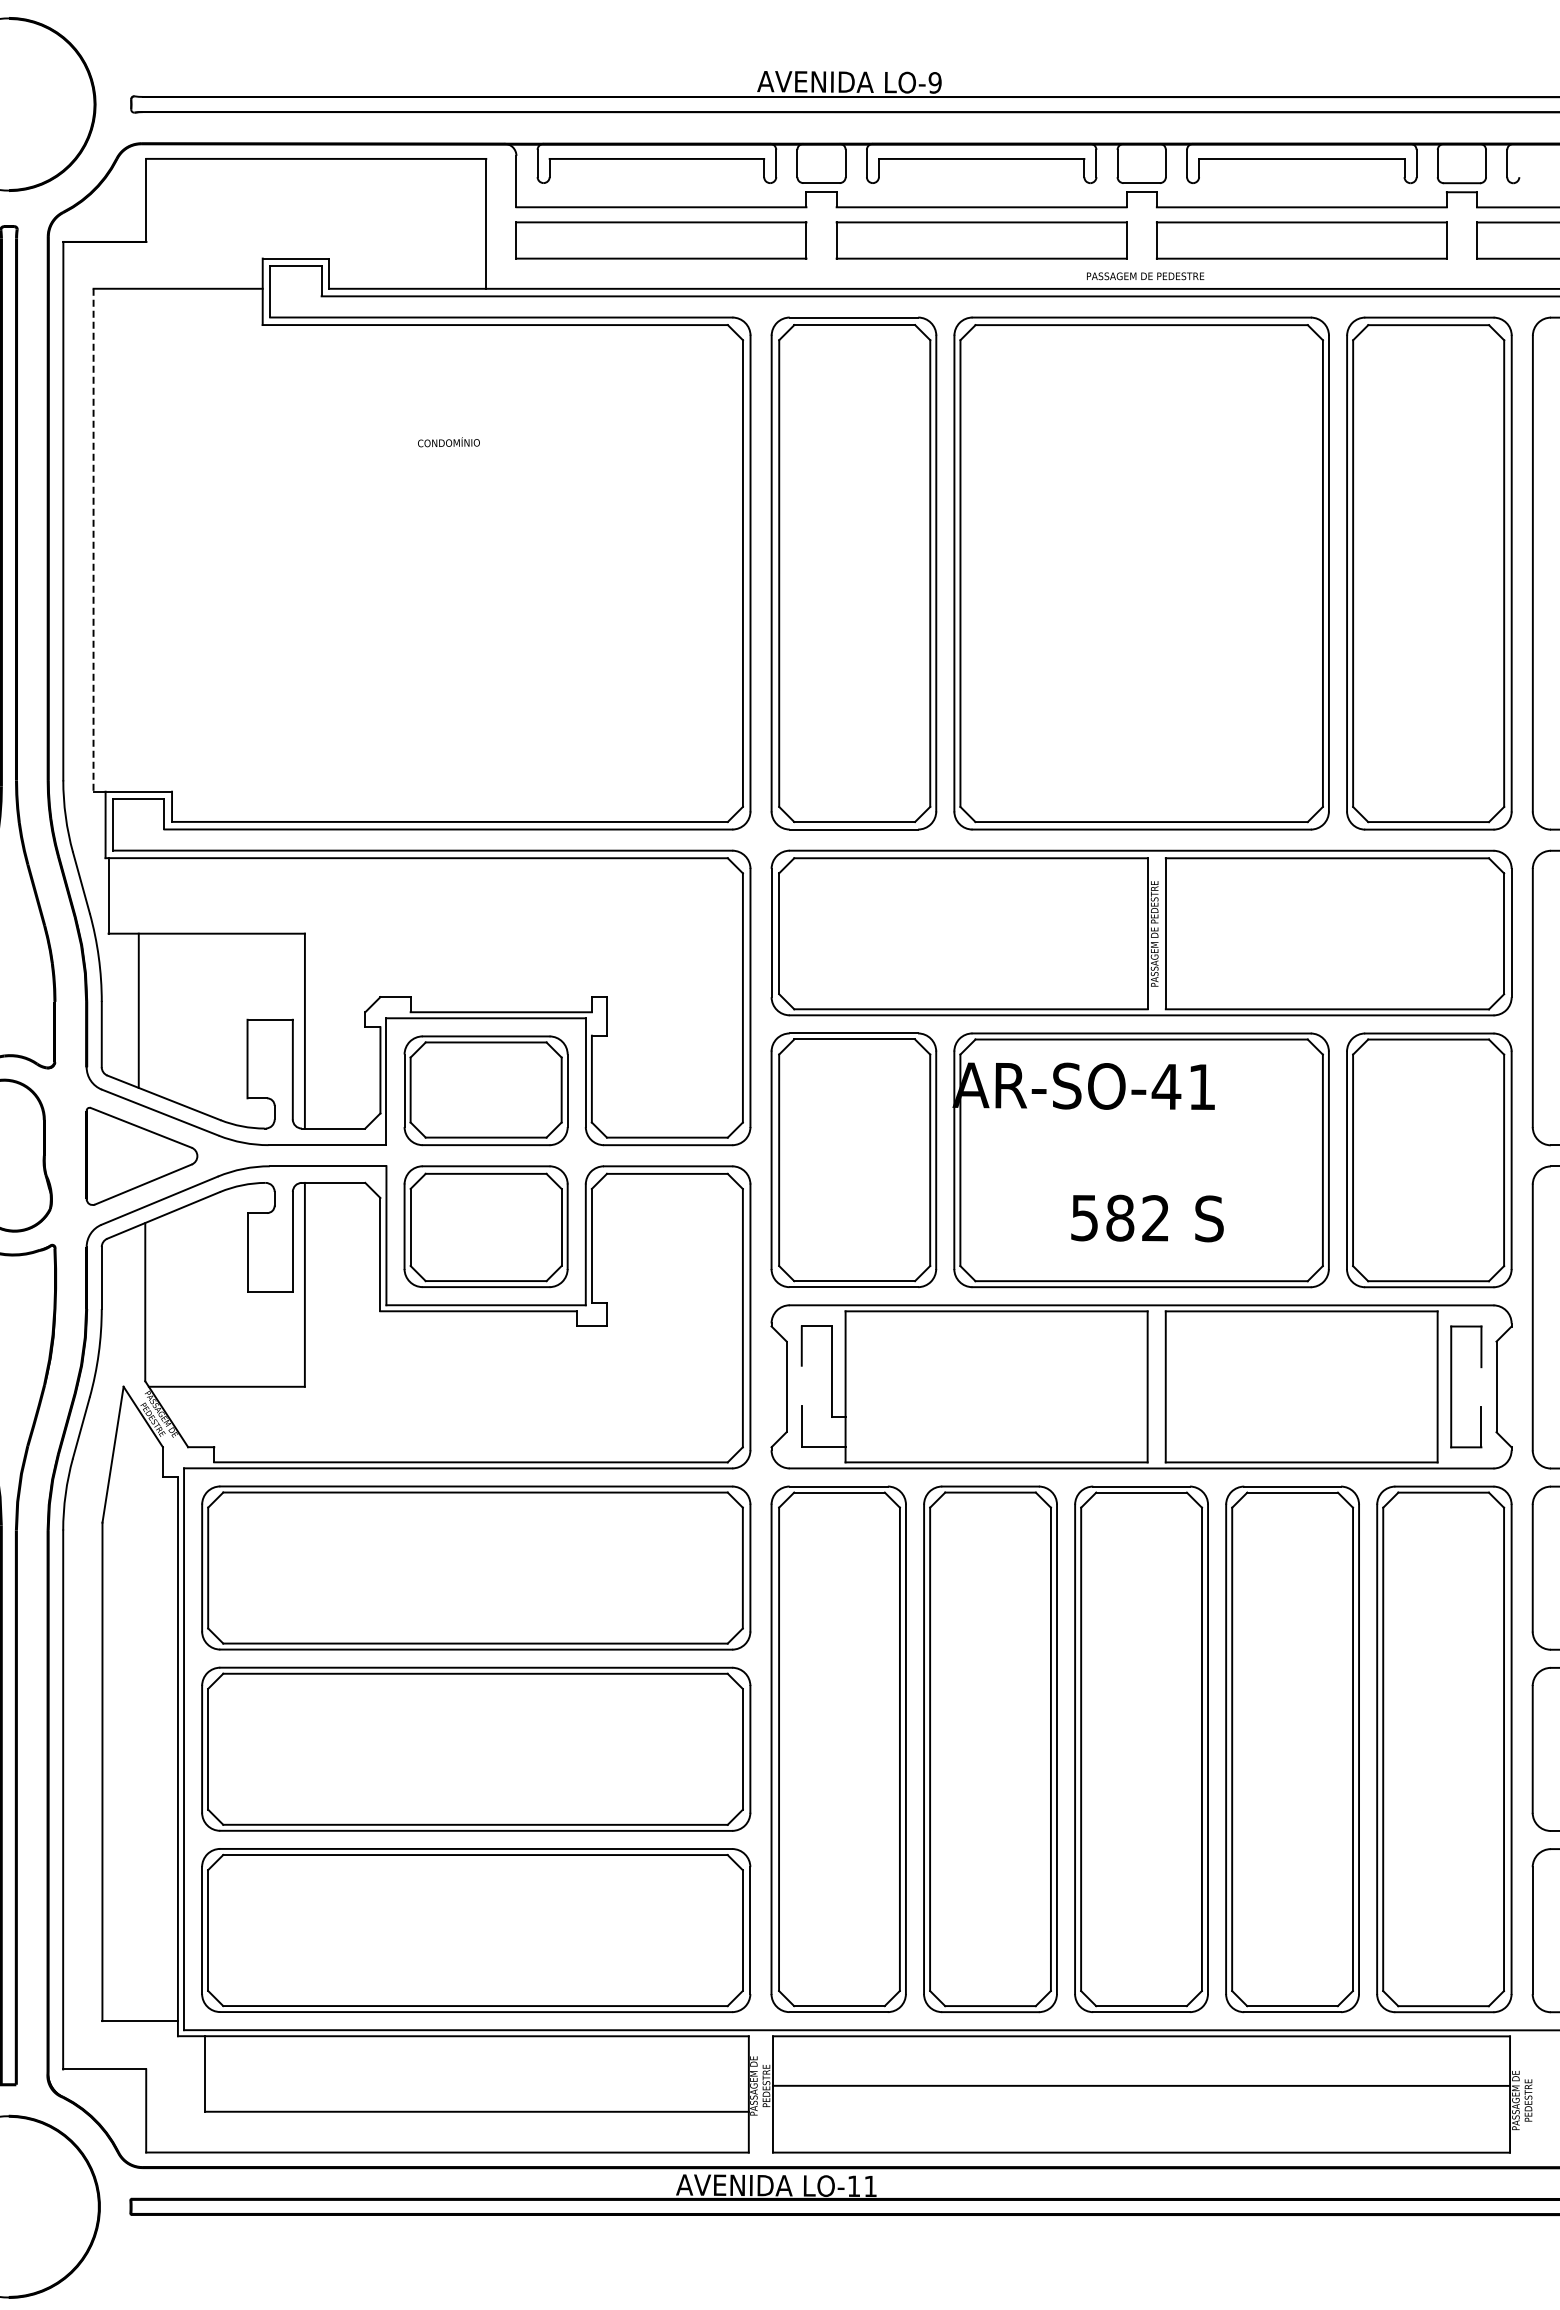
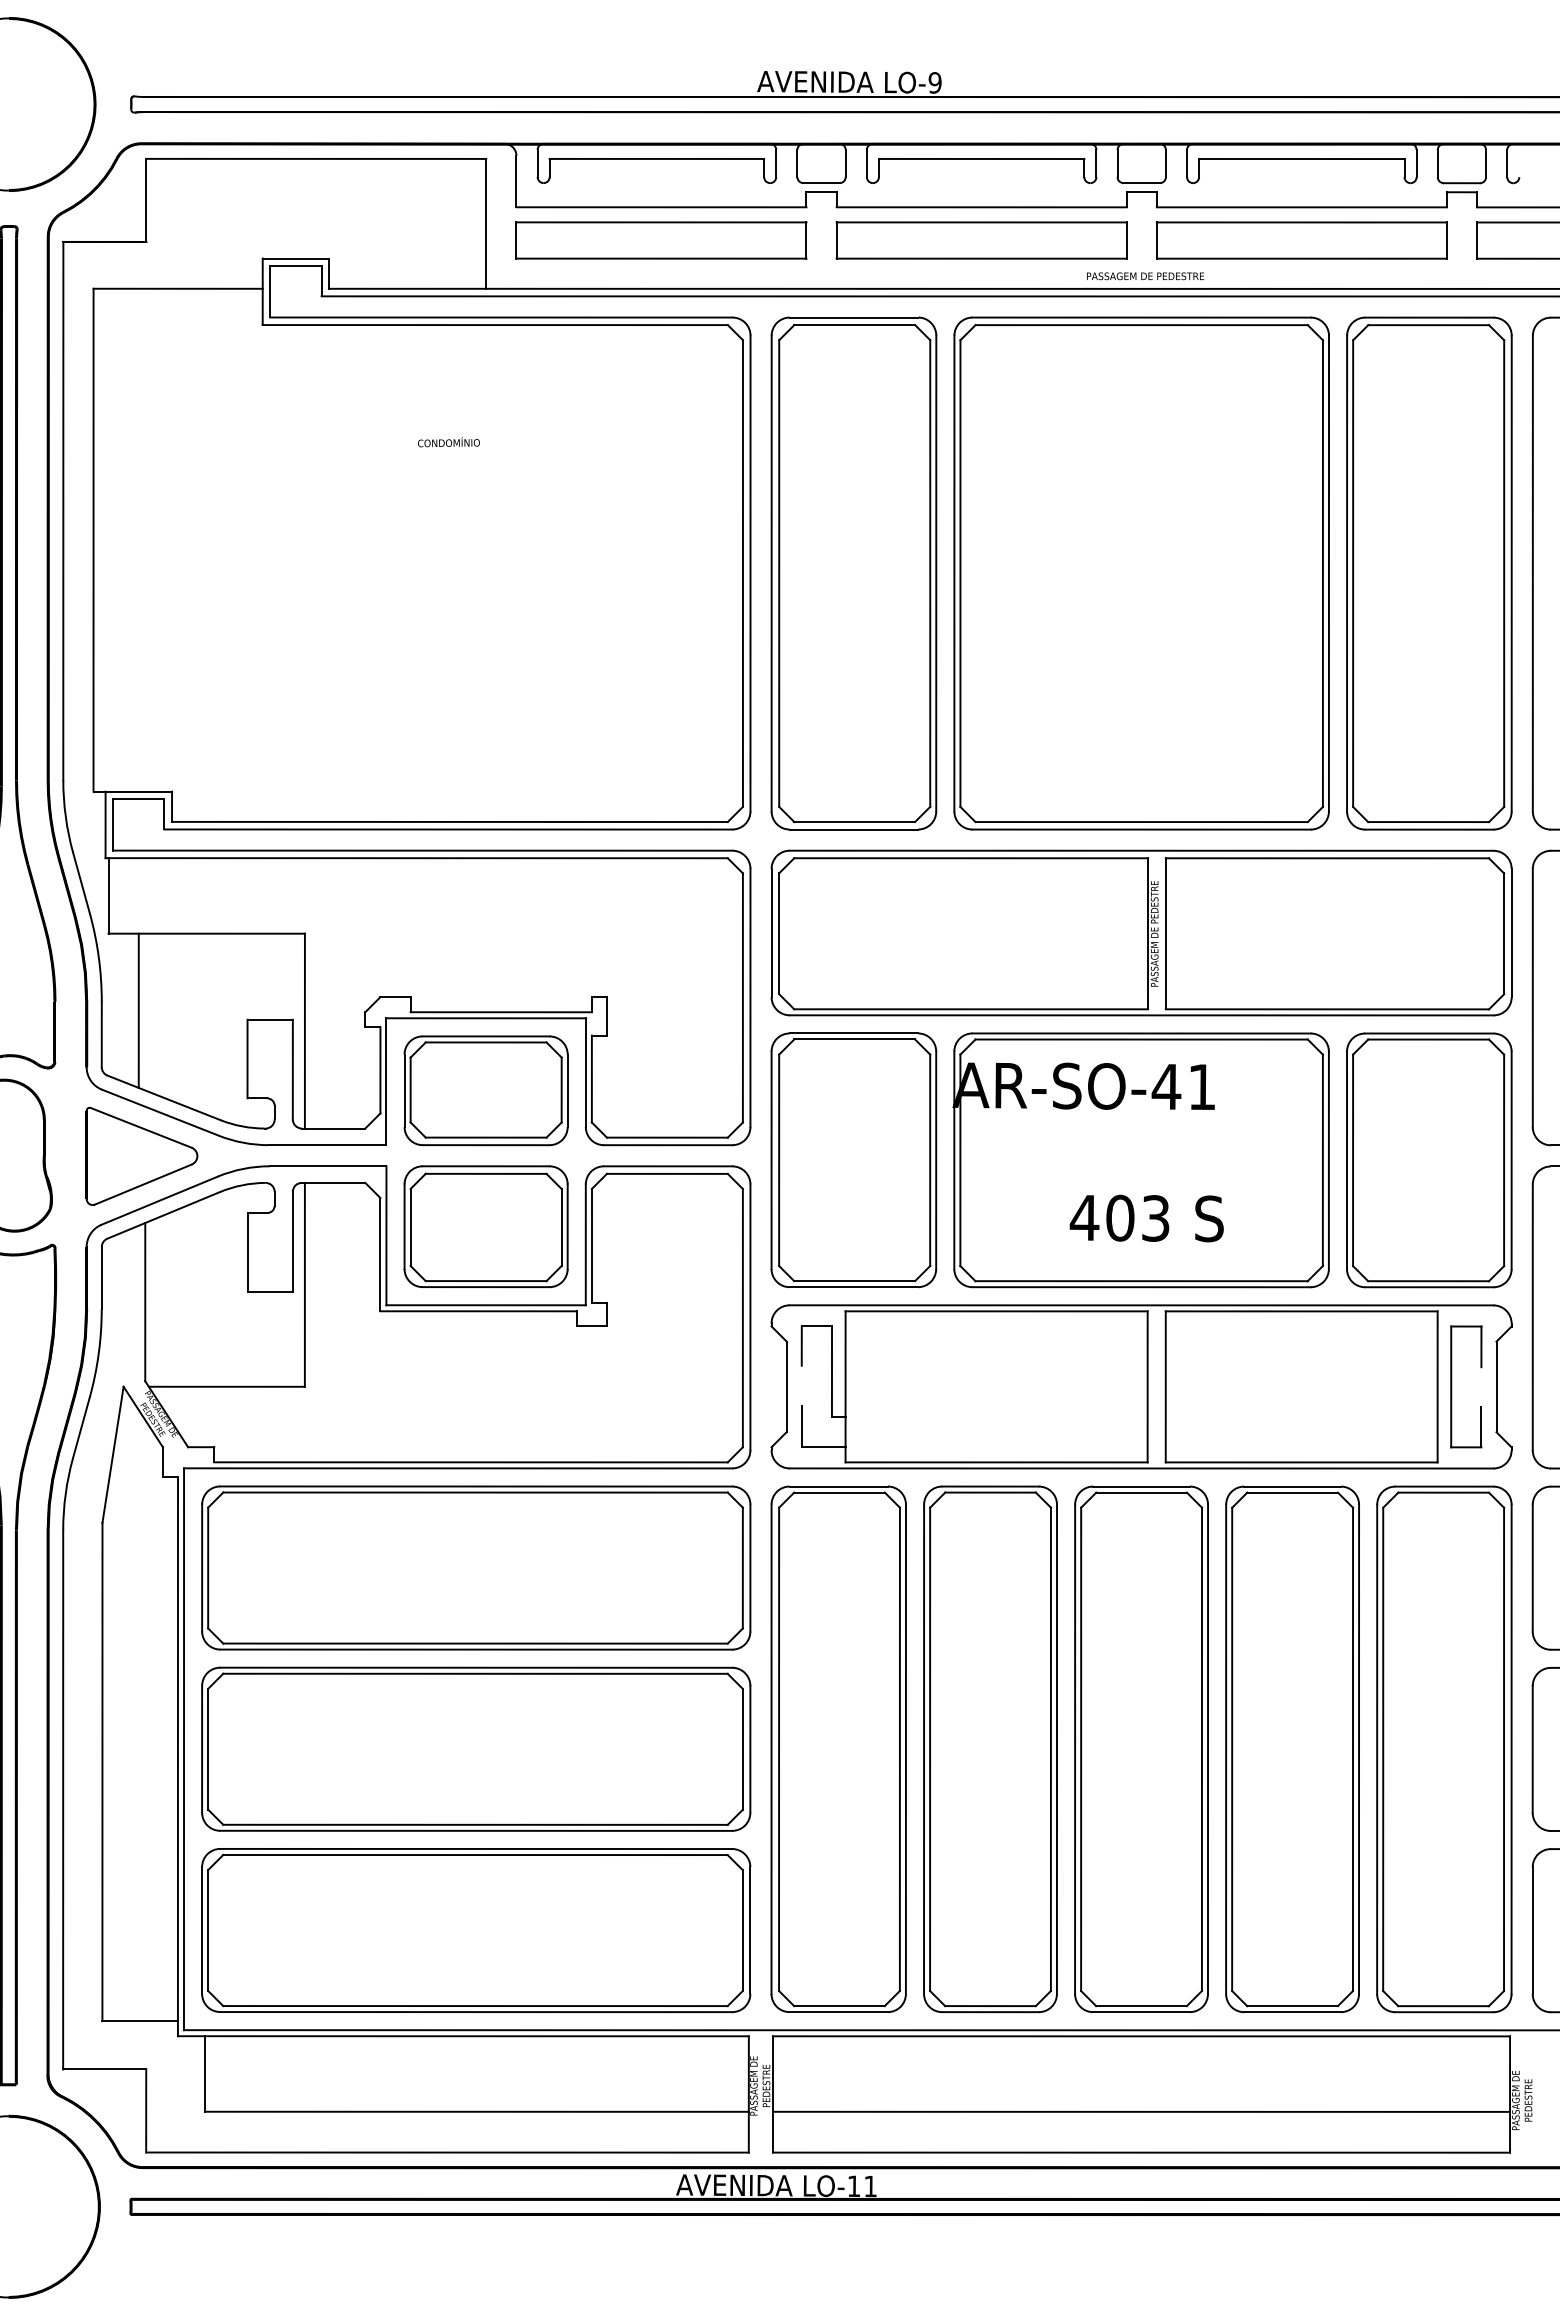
line at (93, 540): dashed -> solid
text at (1119, 1218): 582 -> 403
line at (1141, 2085) position: (1141, 2085) -> (1141, 2111)
